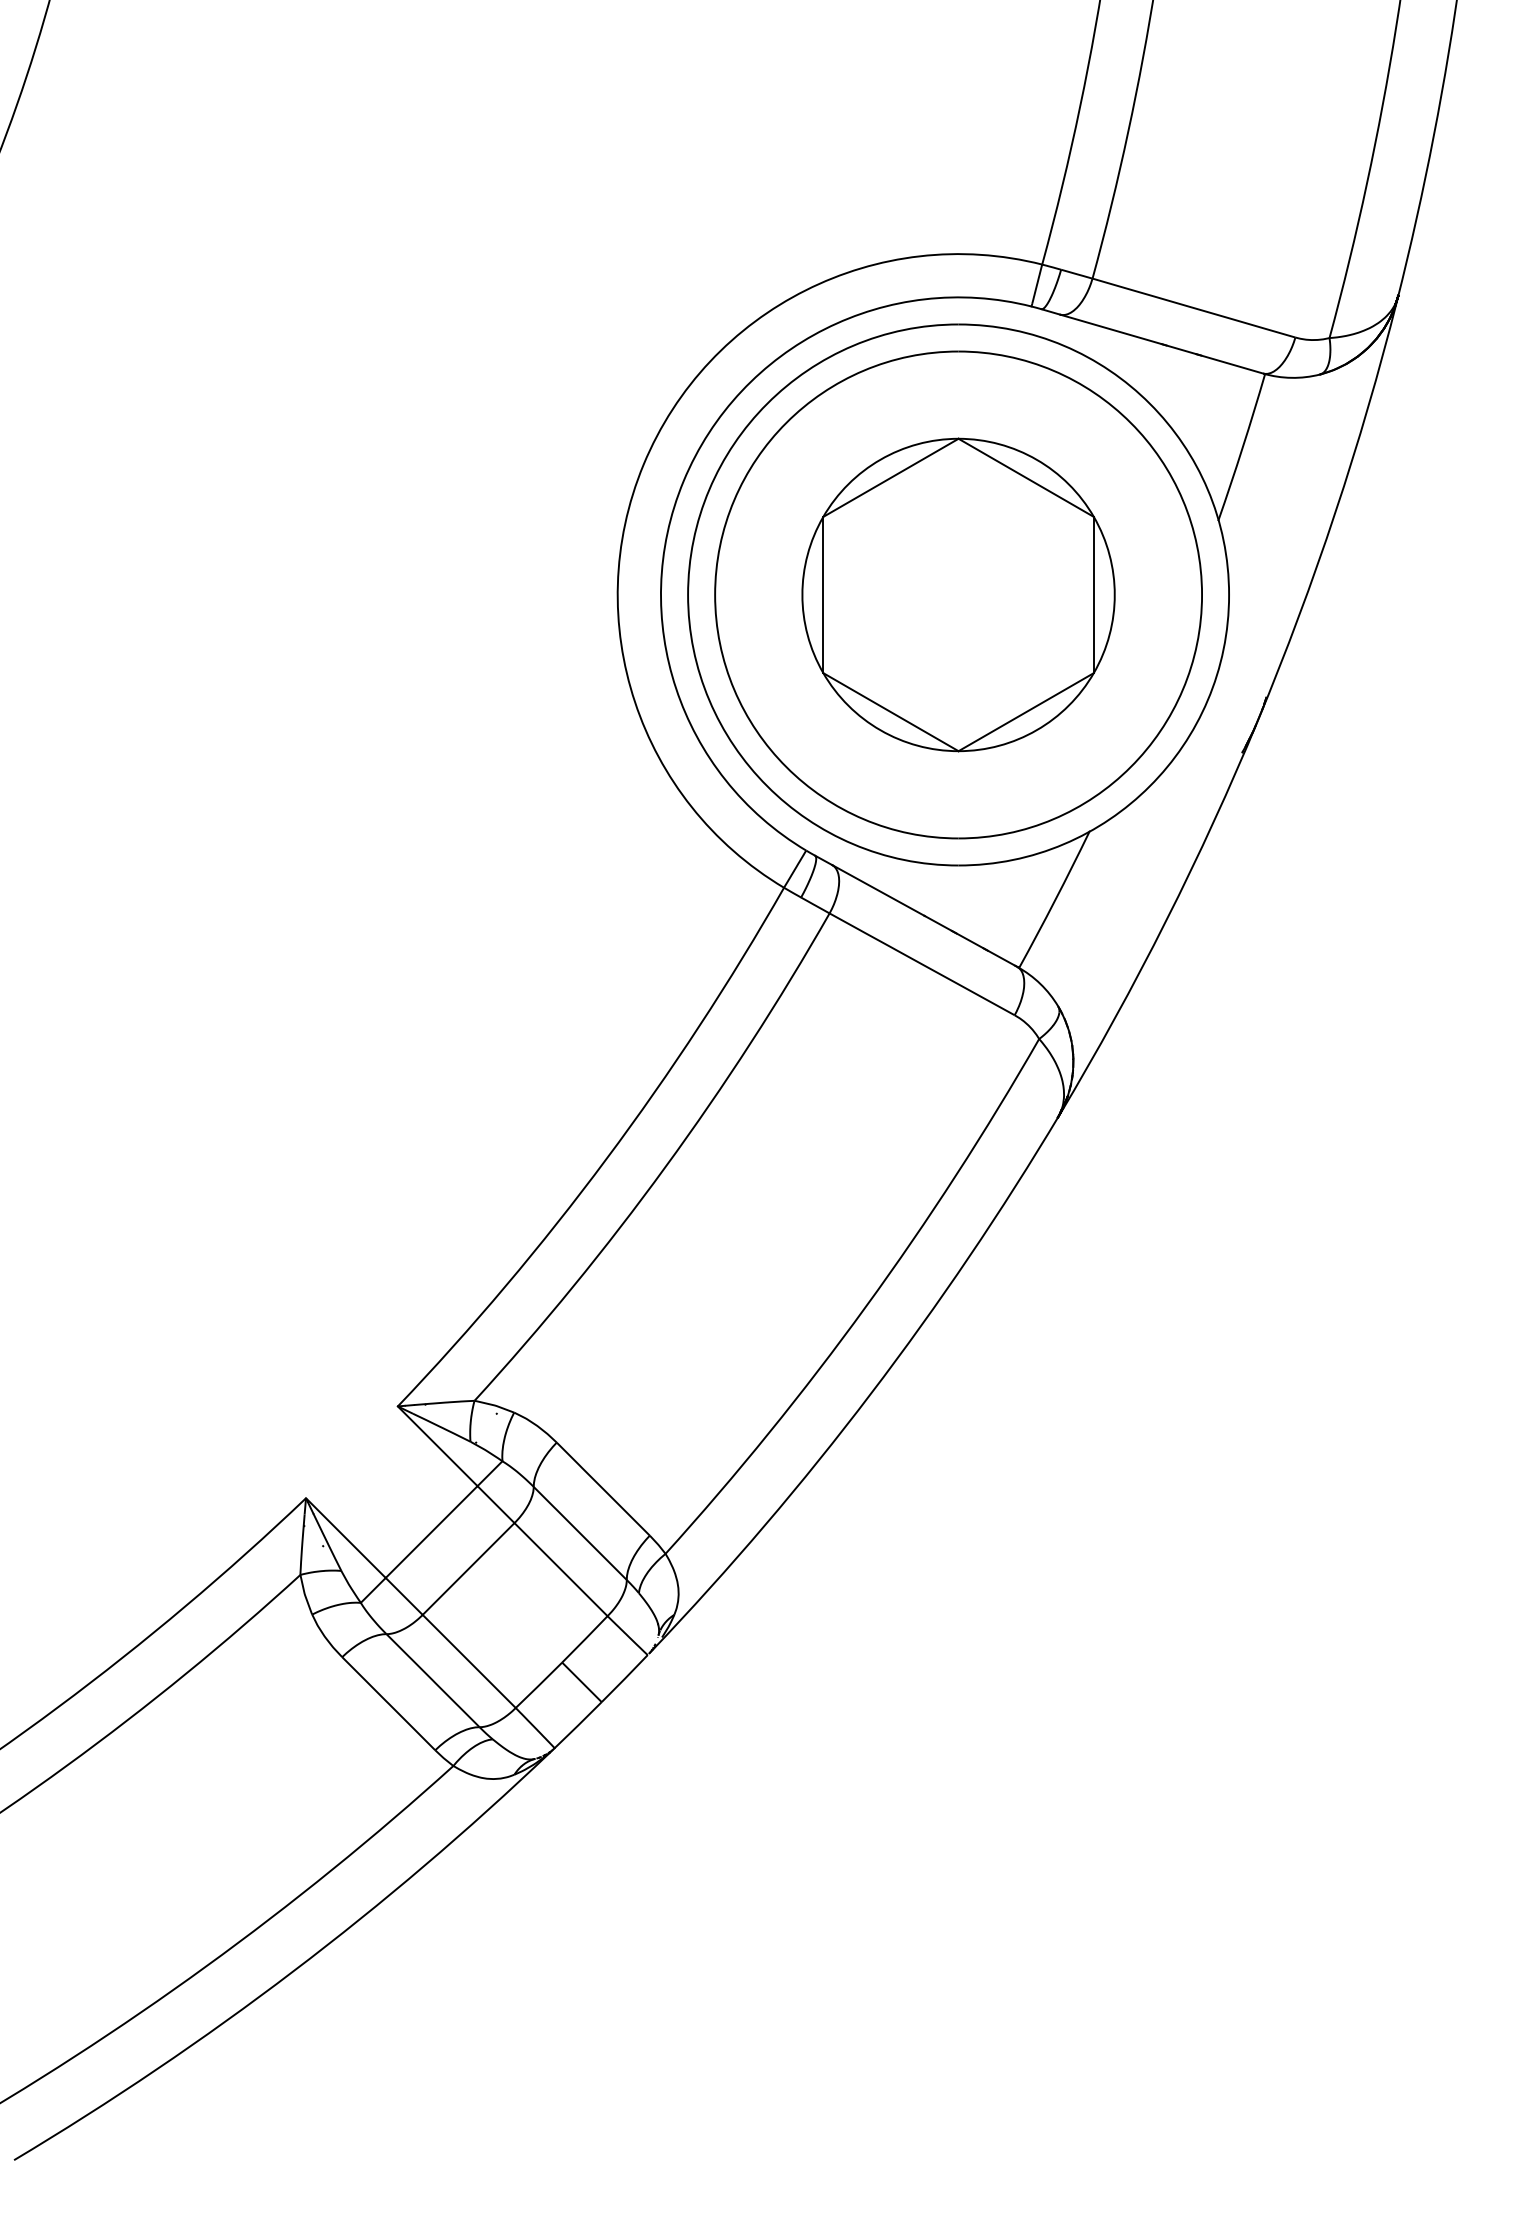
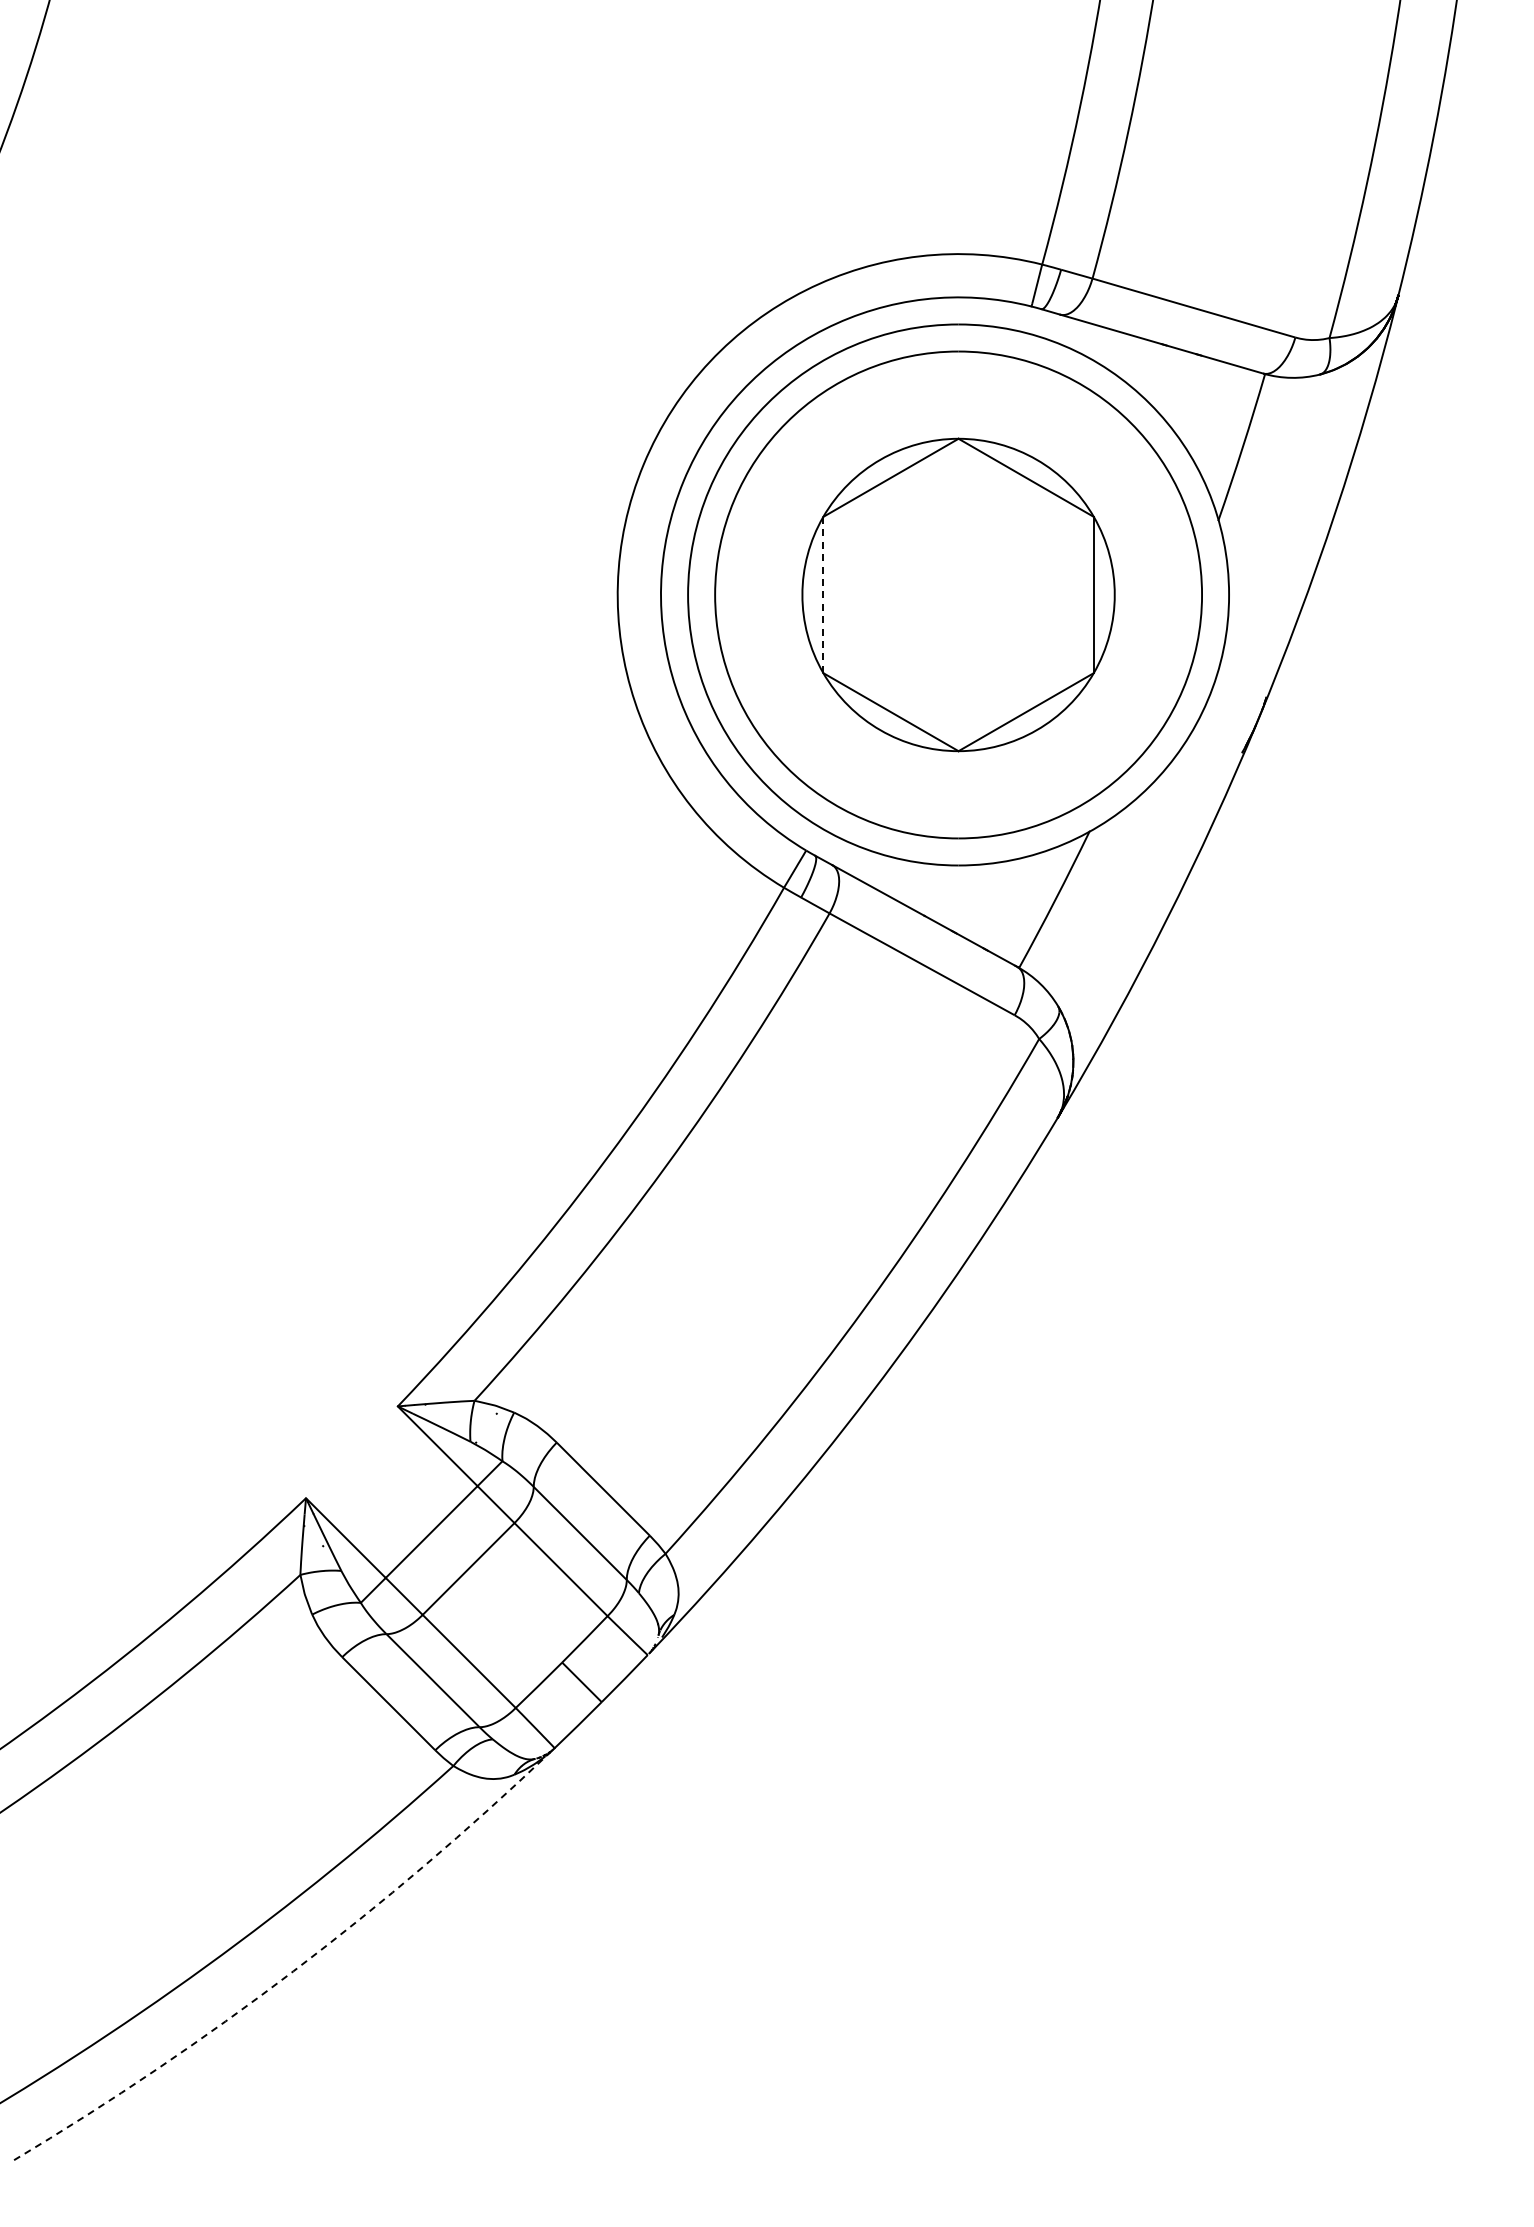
line at (823, 595): solid -> dashed
arc at (293, 1971): solid -> dashed
